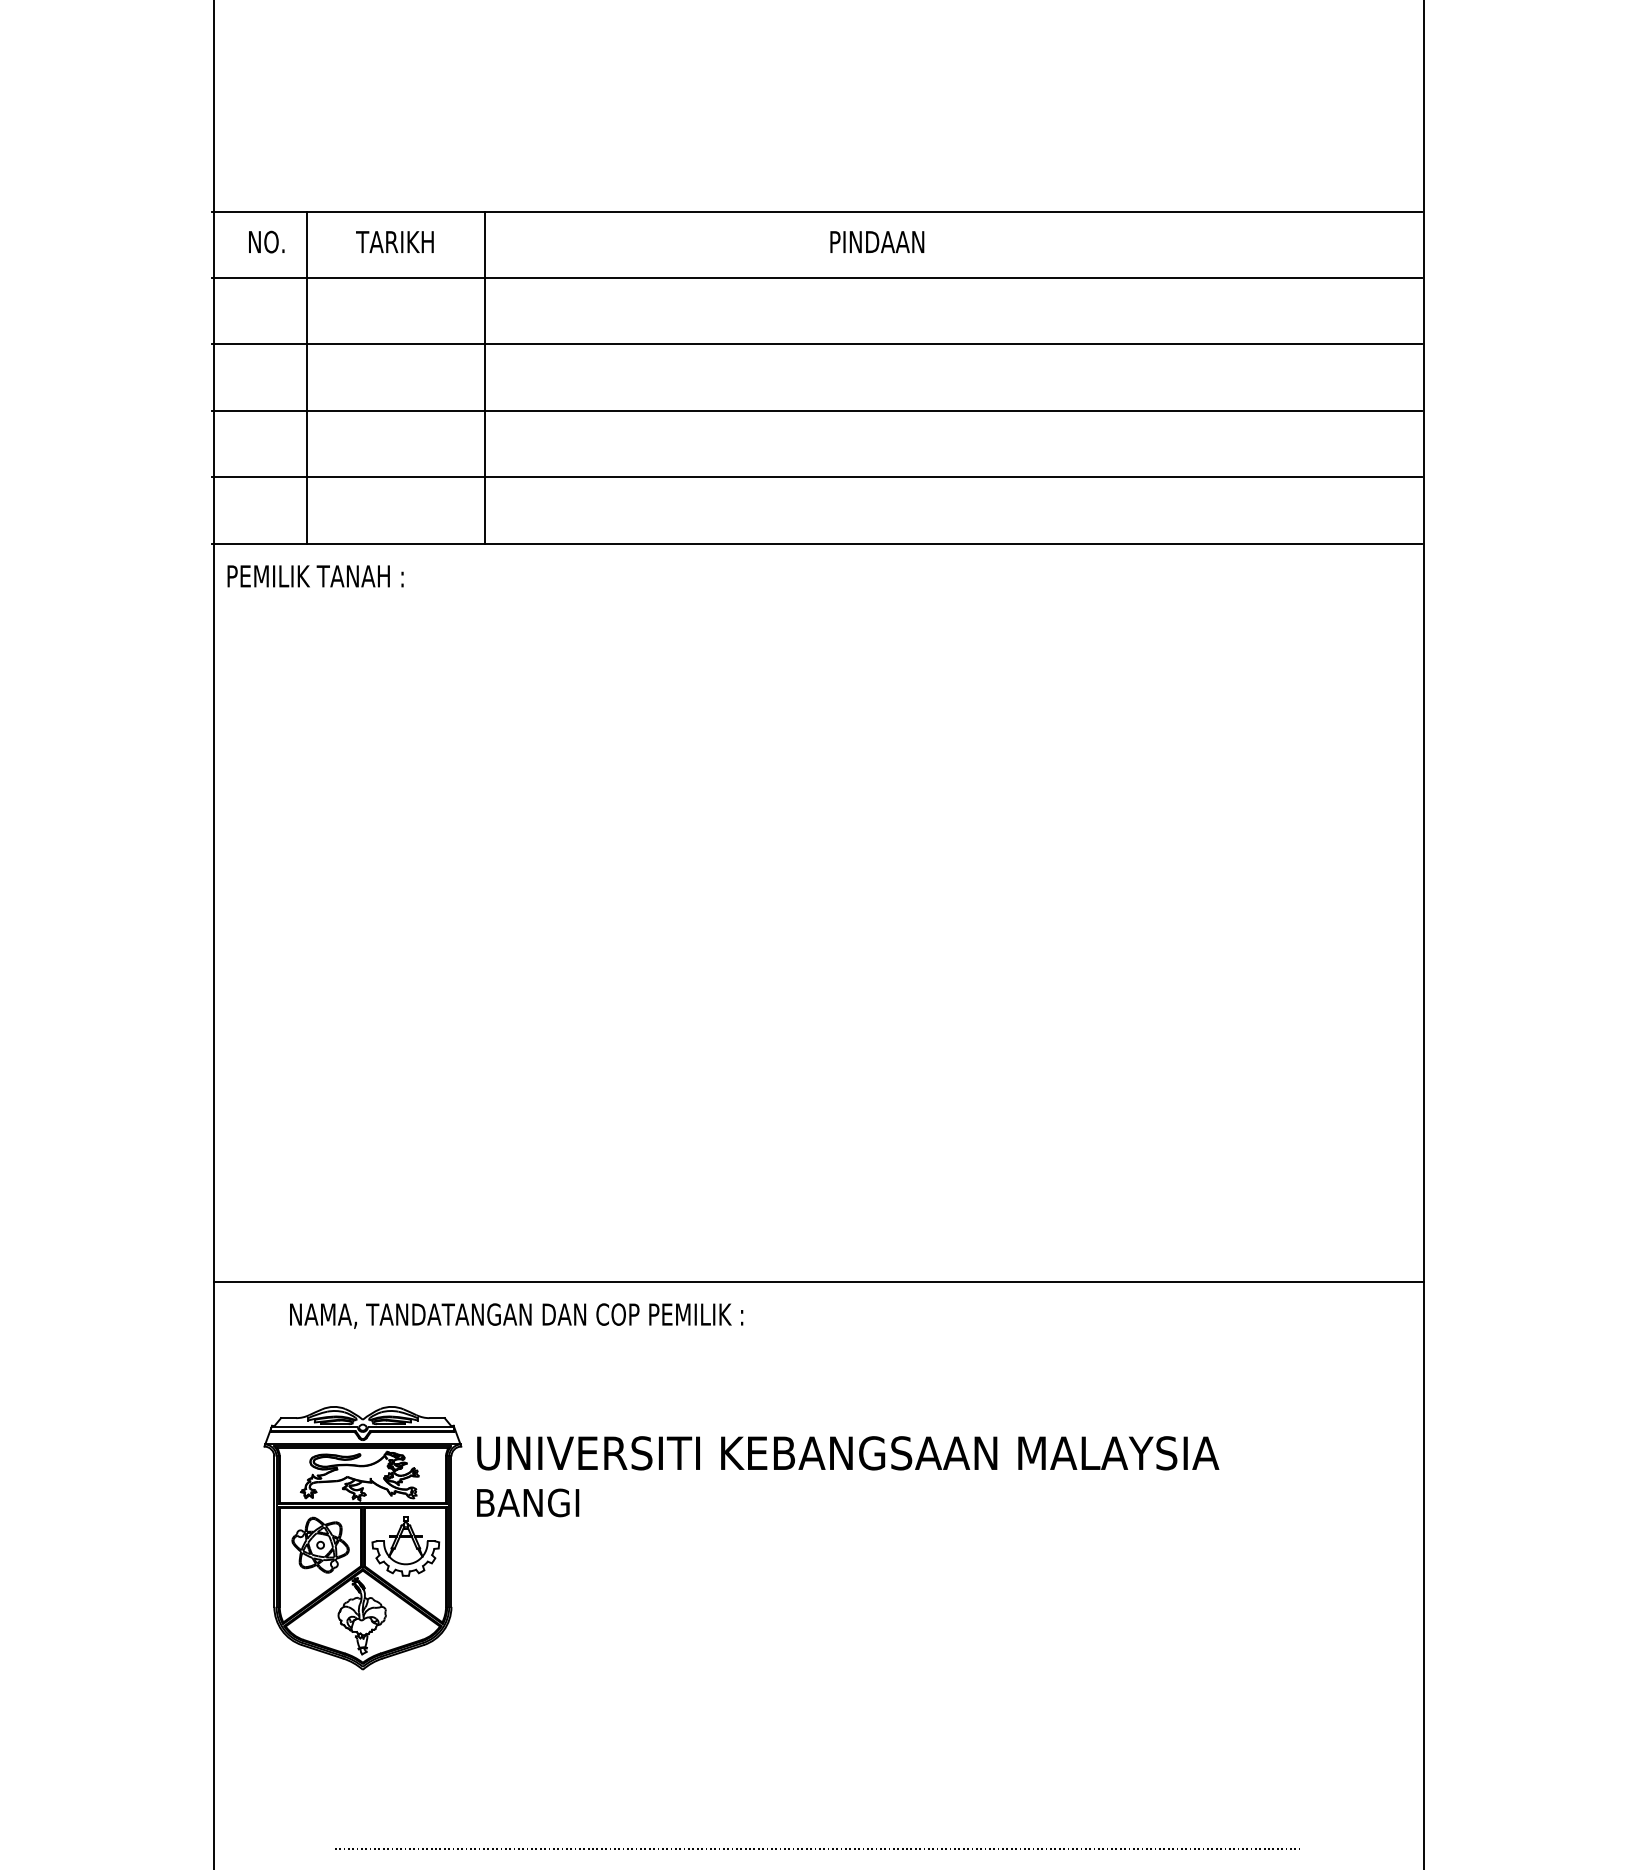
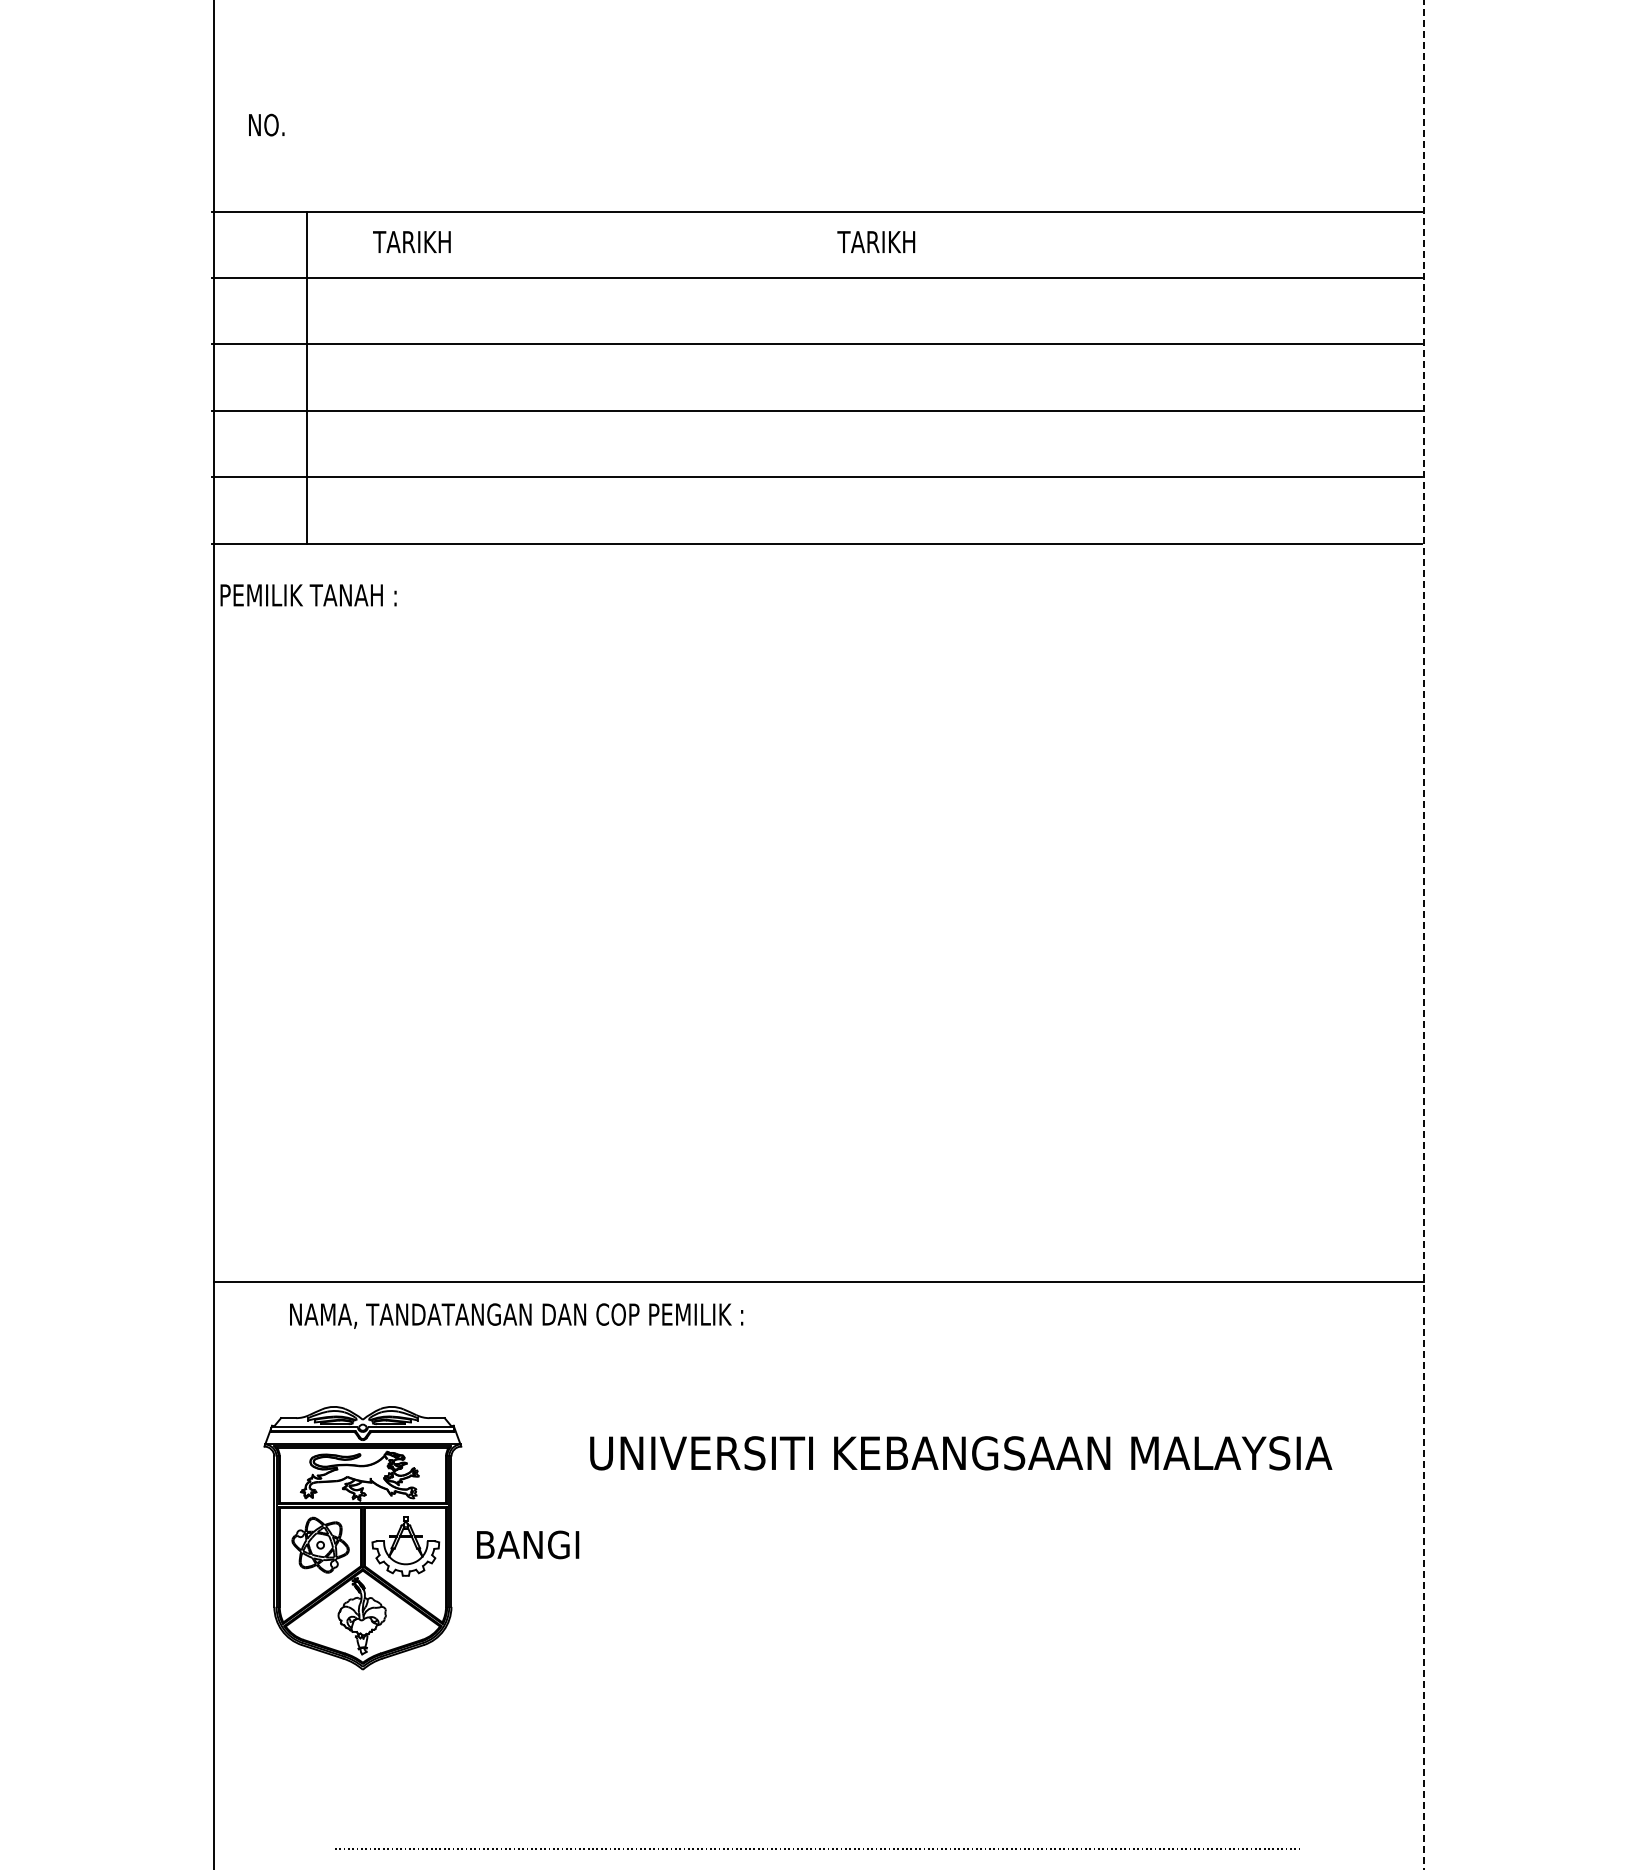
text at (266, 241) position: (266, 241) -> (266, 124)
text at (394, 241) position: (394, 241) -> (411, 241)
text at (877, 241): PINDAAN -> TARIKH
line at (484, 377): present -> none
text at (315, 576) position: (315, 576) -> (308, 595)
line at (1424, 933): solid -> dashed
text at (848, 1453) position: (848, 1453) -> (961, 1453)
text at (528, 1502) position: (528, 1502) -> (528, 1544)
